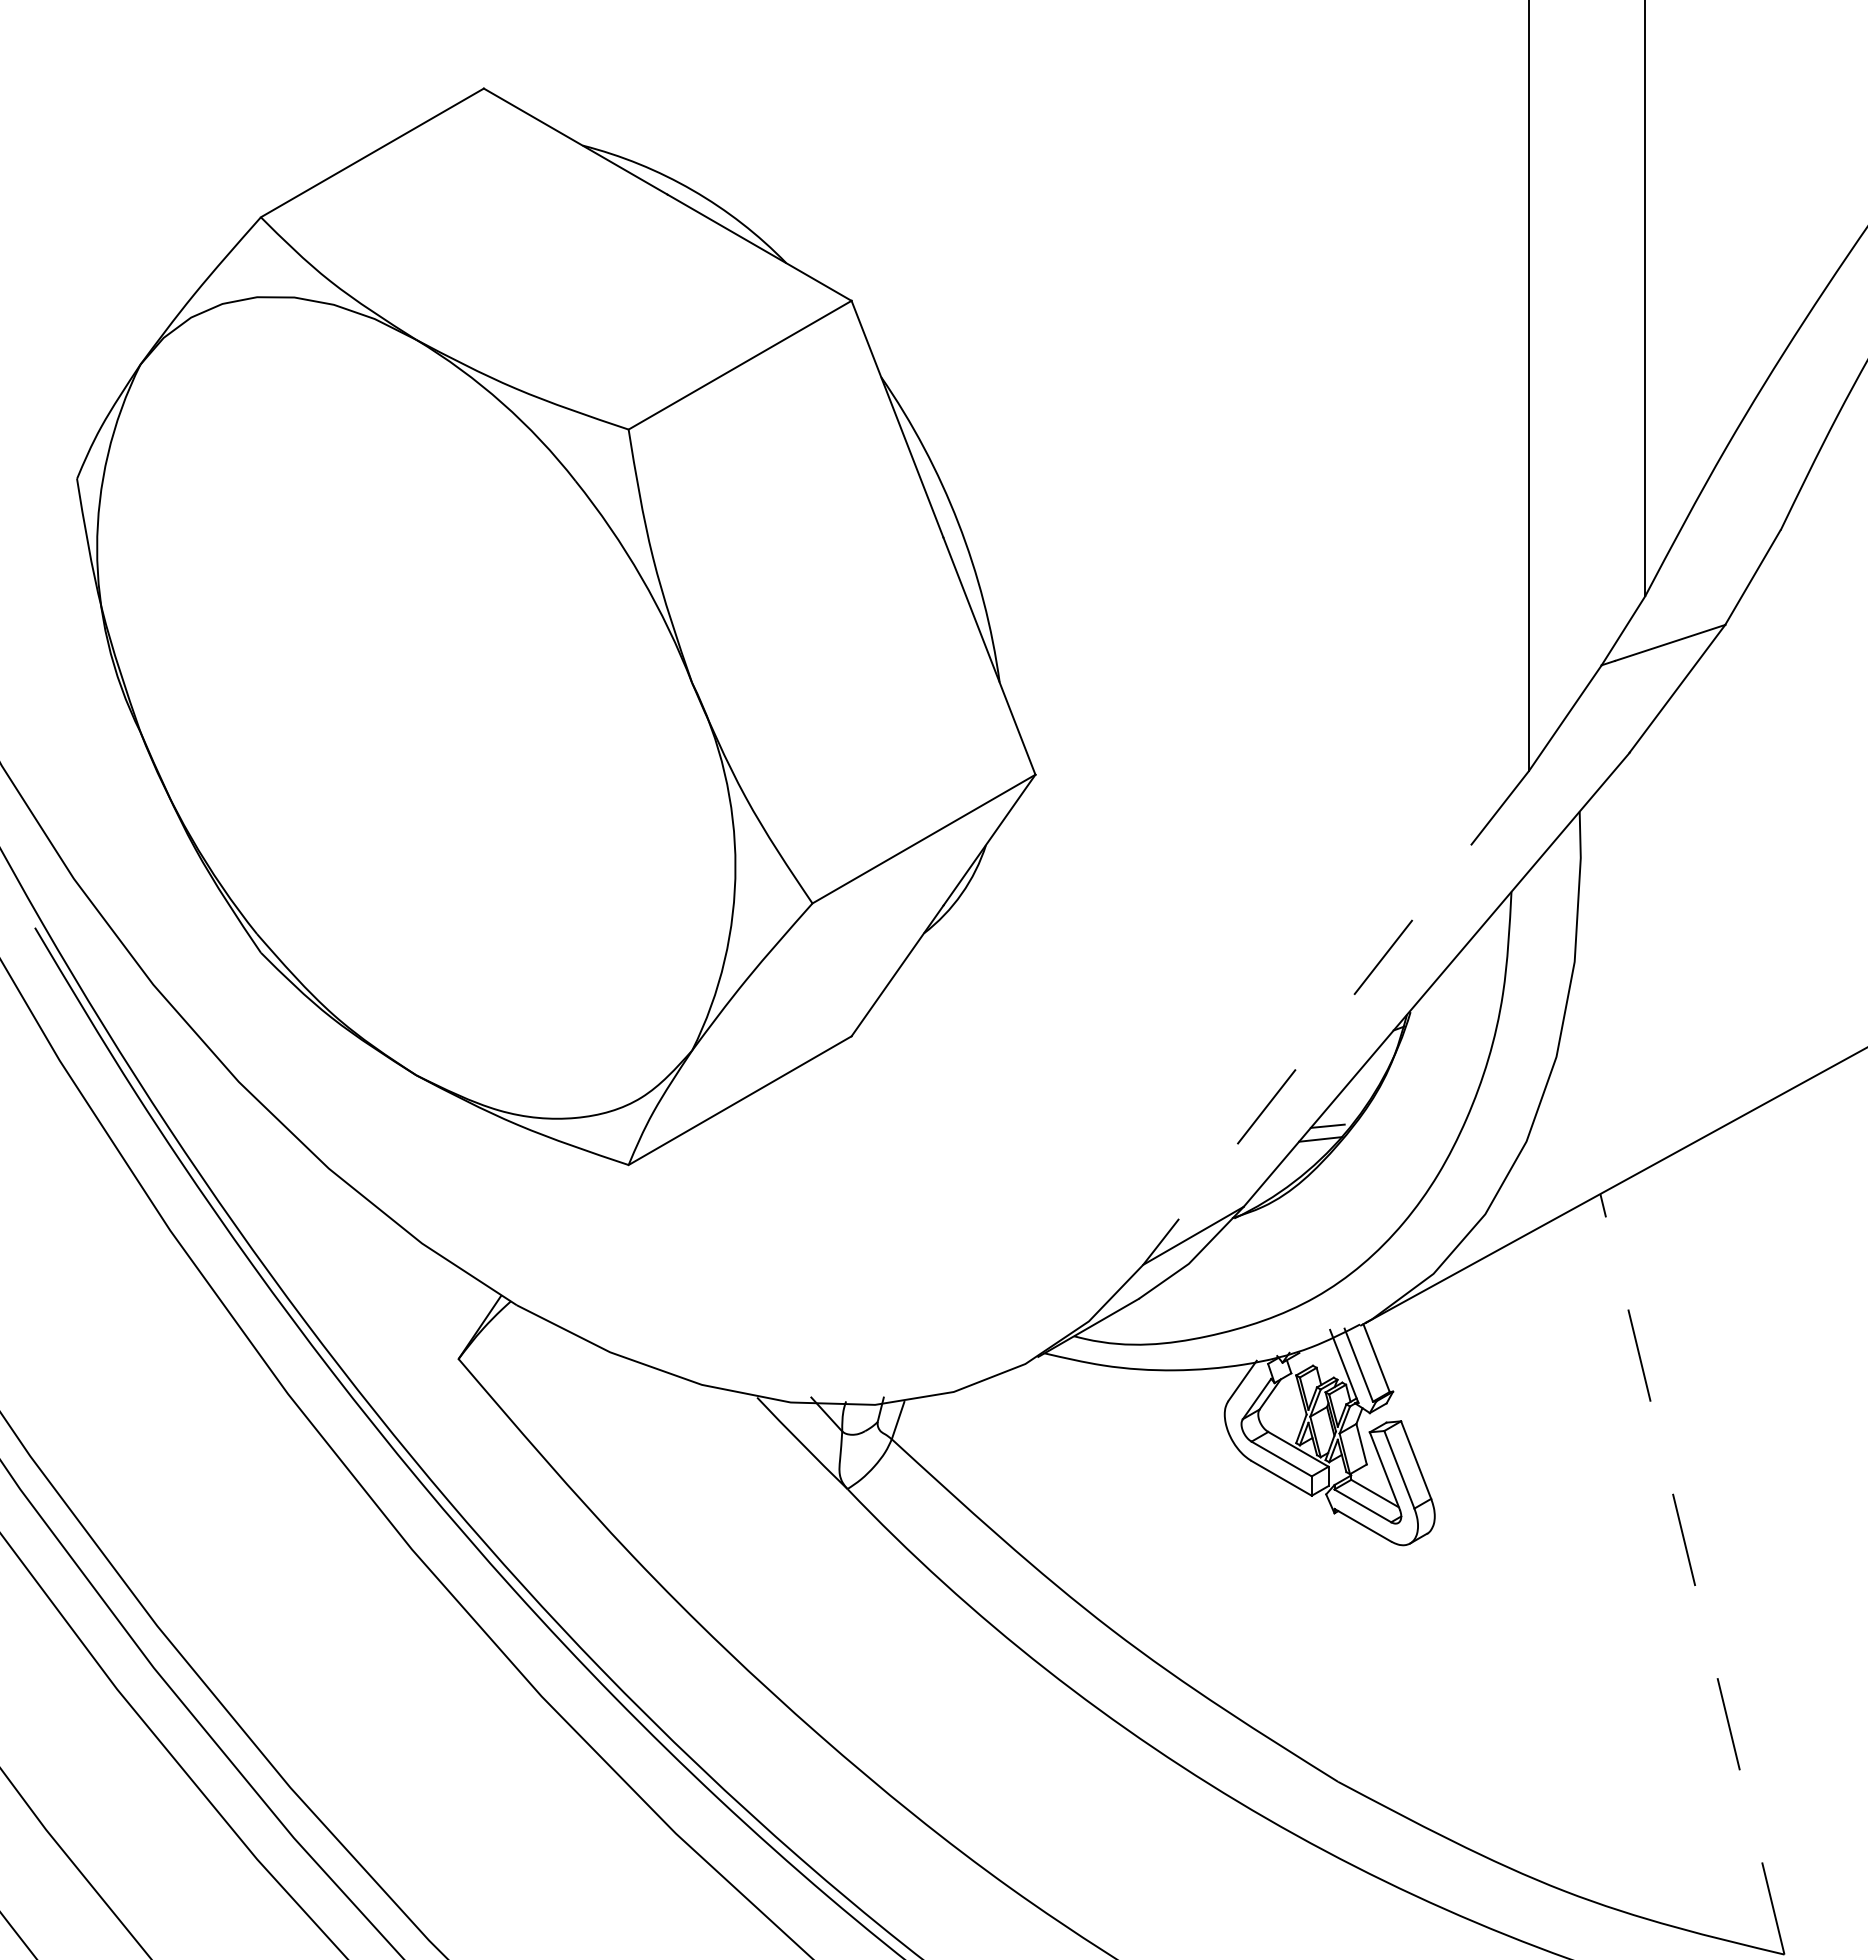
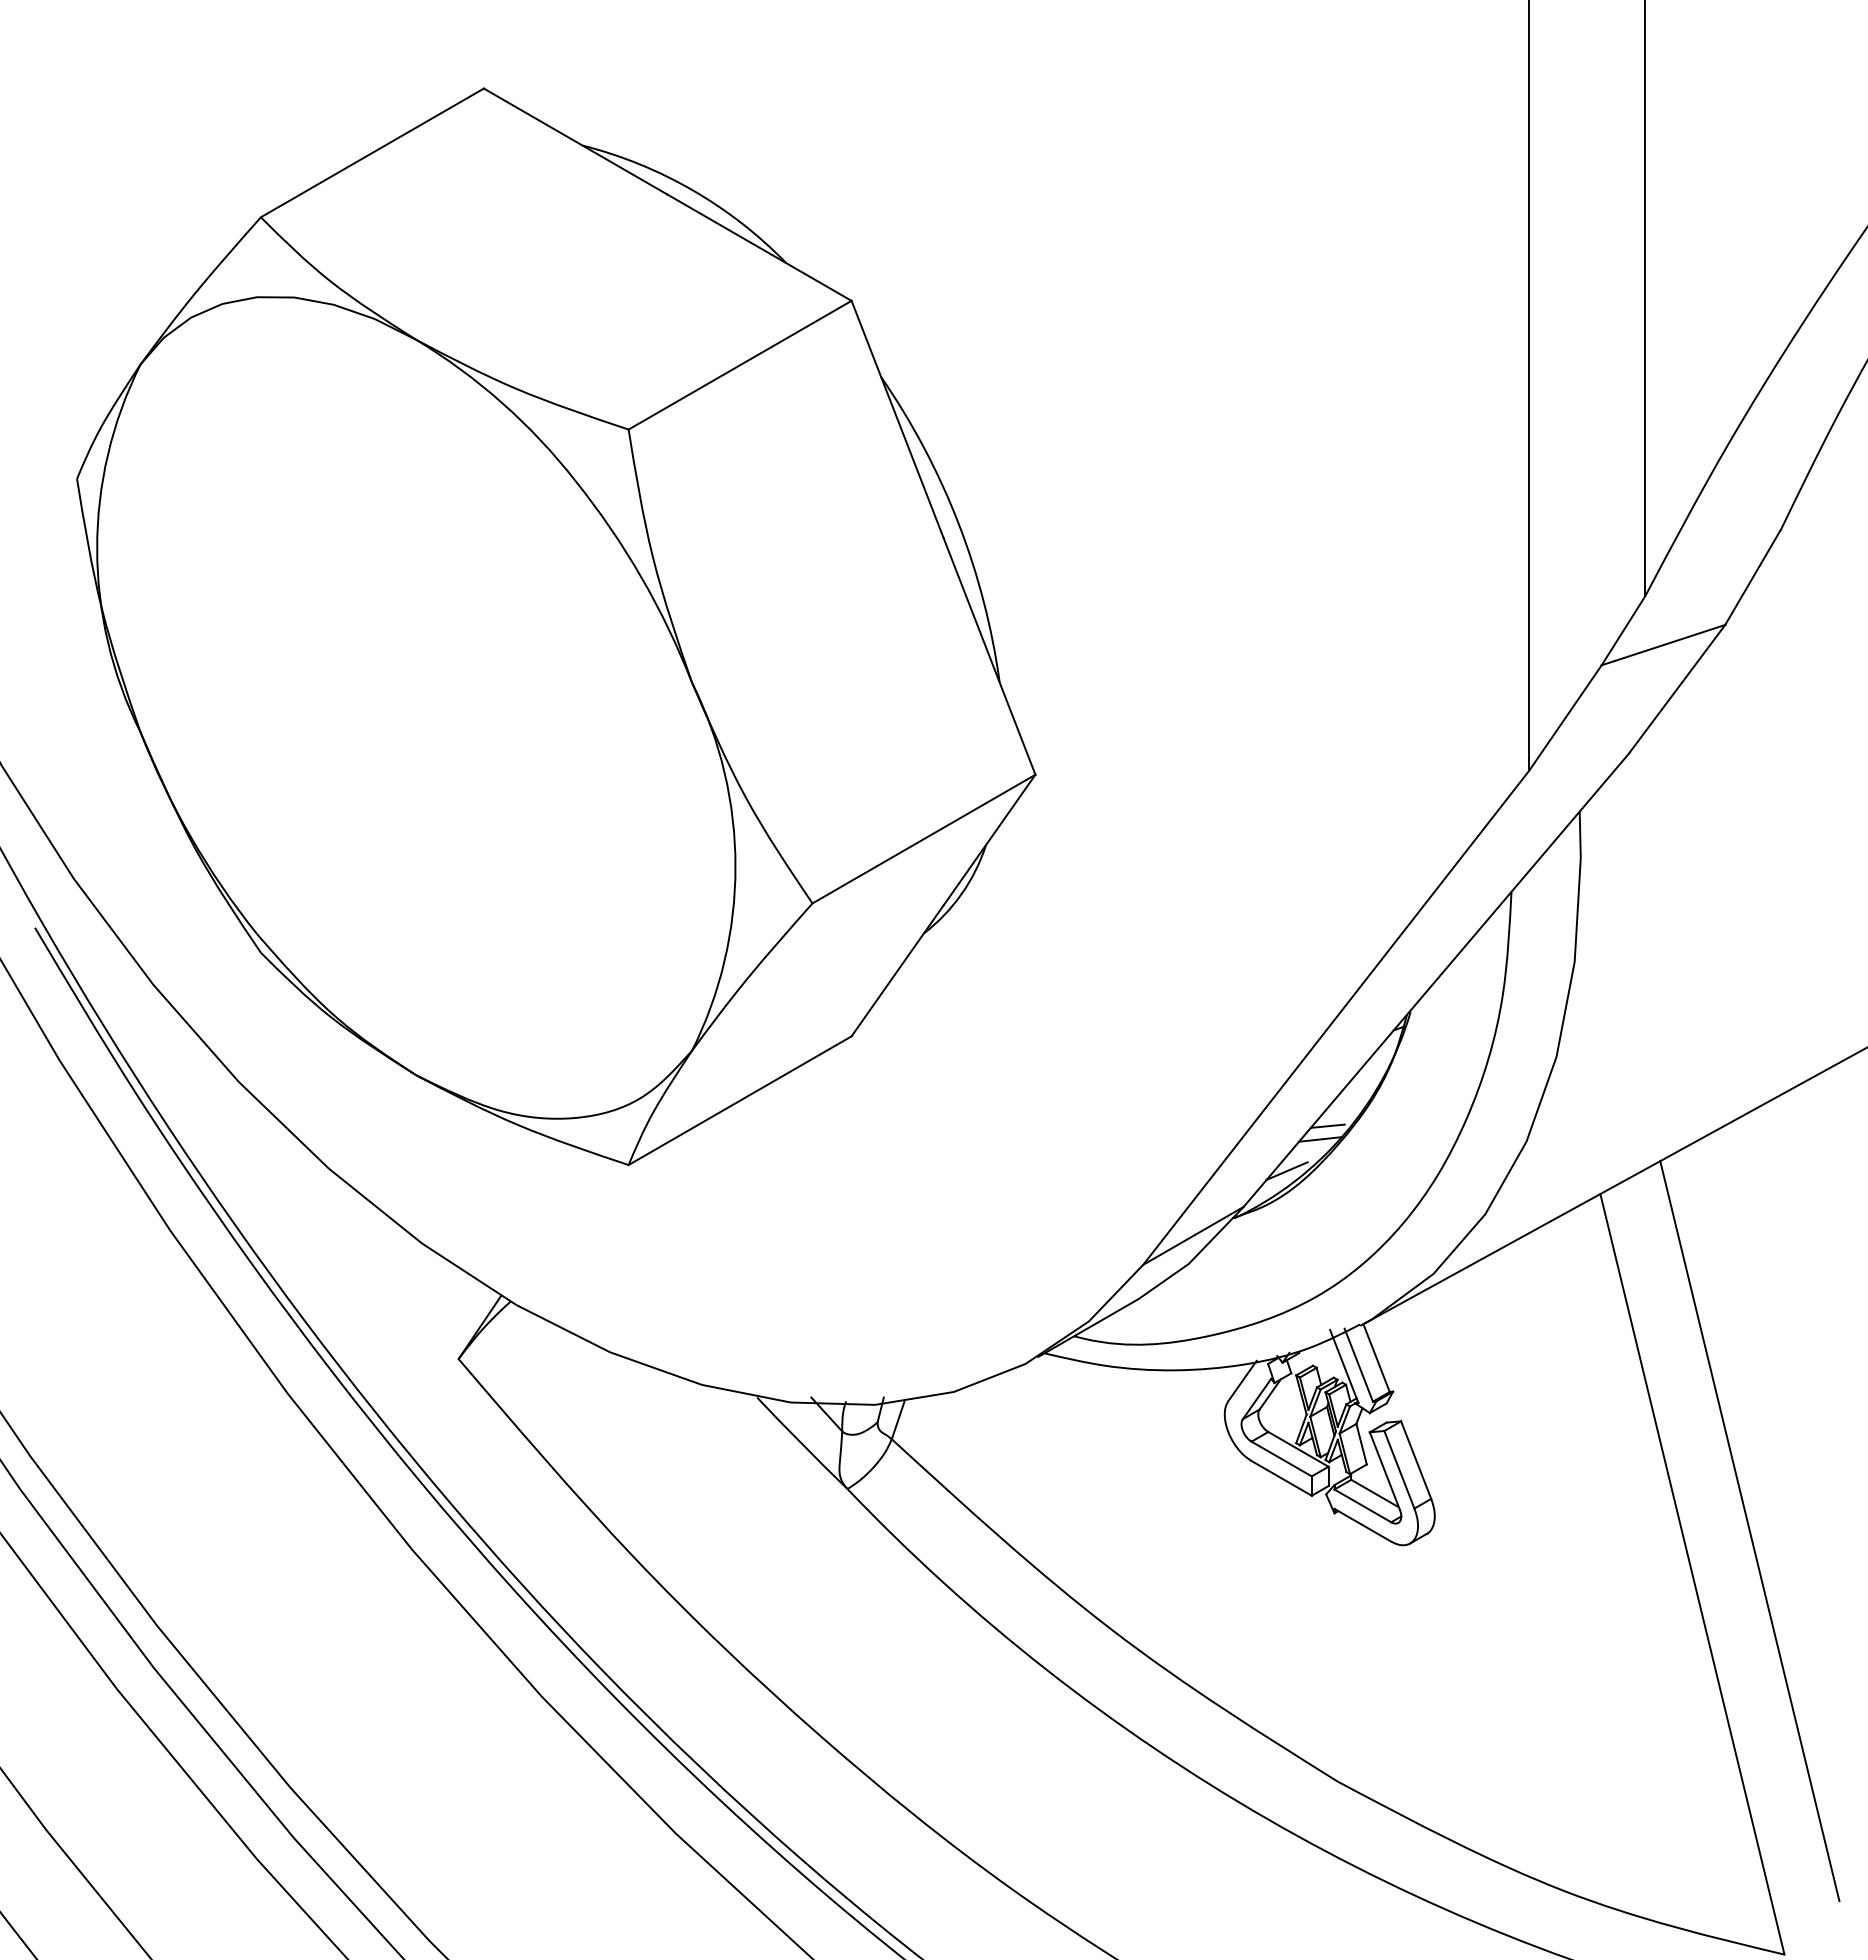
line at (1336, 1017): dashed -> solid
line at (1286, 1170): none -> present
line at (1749, 1531): none -> present
line at (1692, 1573): dashed -> solid
